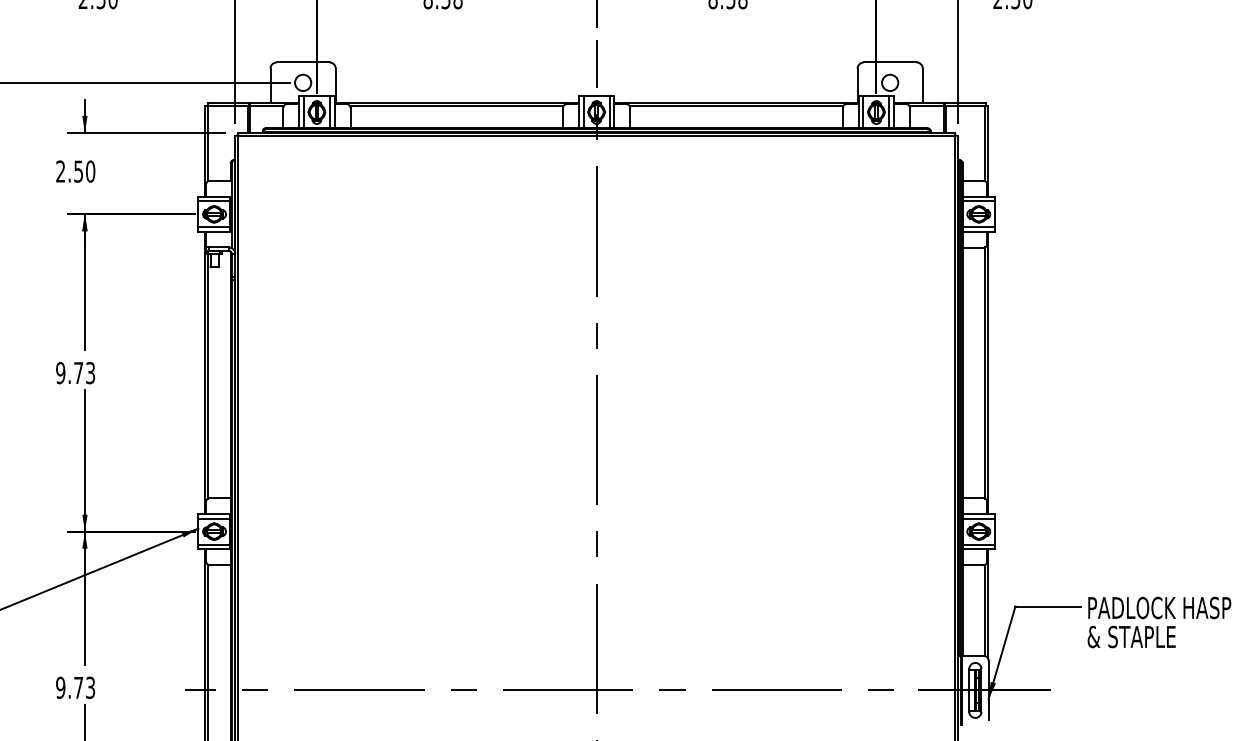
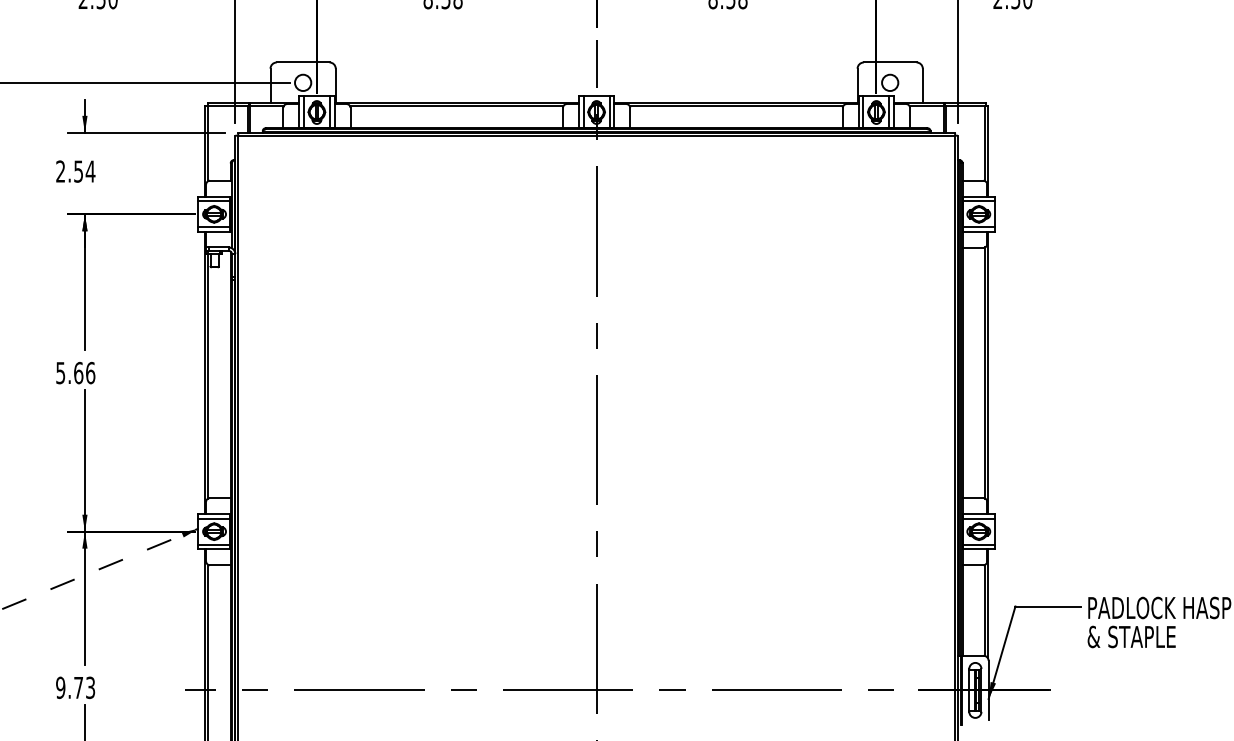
text at (90, 171): 2.50 -> 2.54
text at (75, 372): 9.73 -> 5.66
line at (99, 569): solid -> dashed
